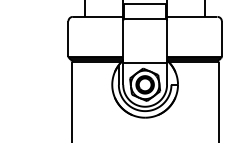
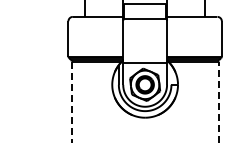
line at (71, 102): solid -> dashed
line at (218, 102): solid -> dashed
